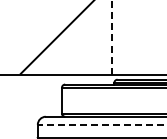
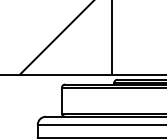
line at (112, 37): dashed -> solid
line at (101, 124): dashed -> solid
